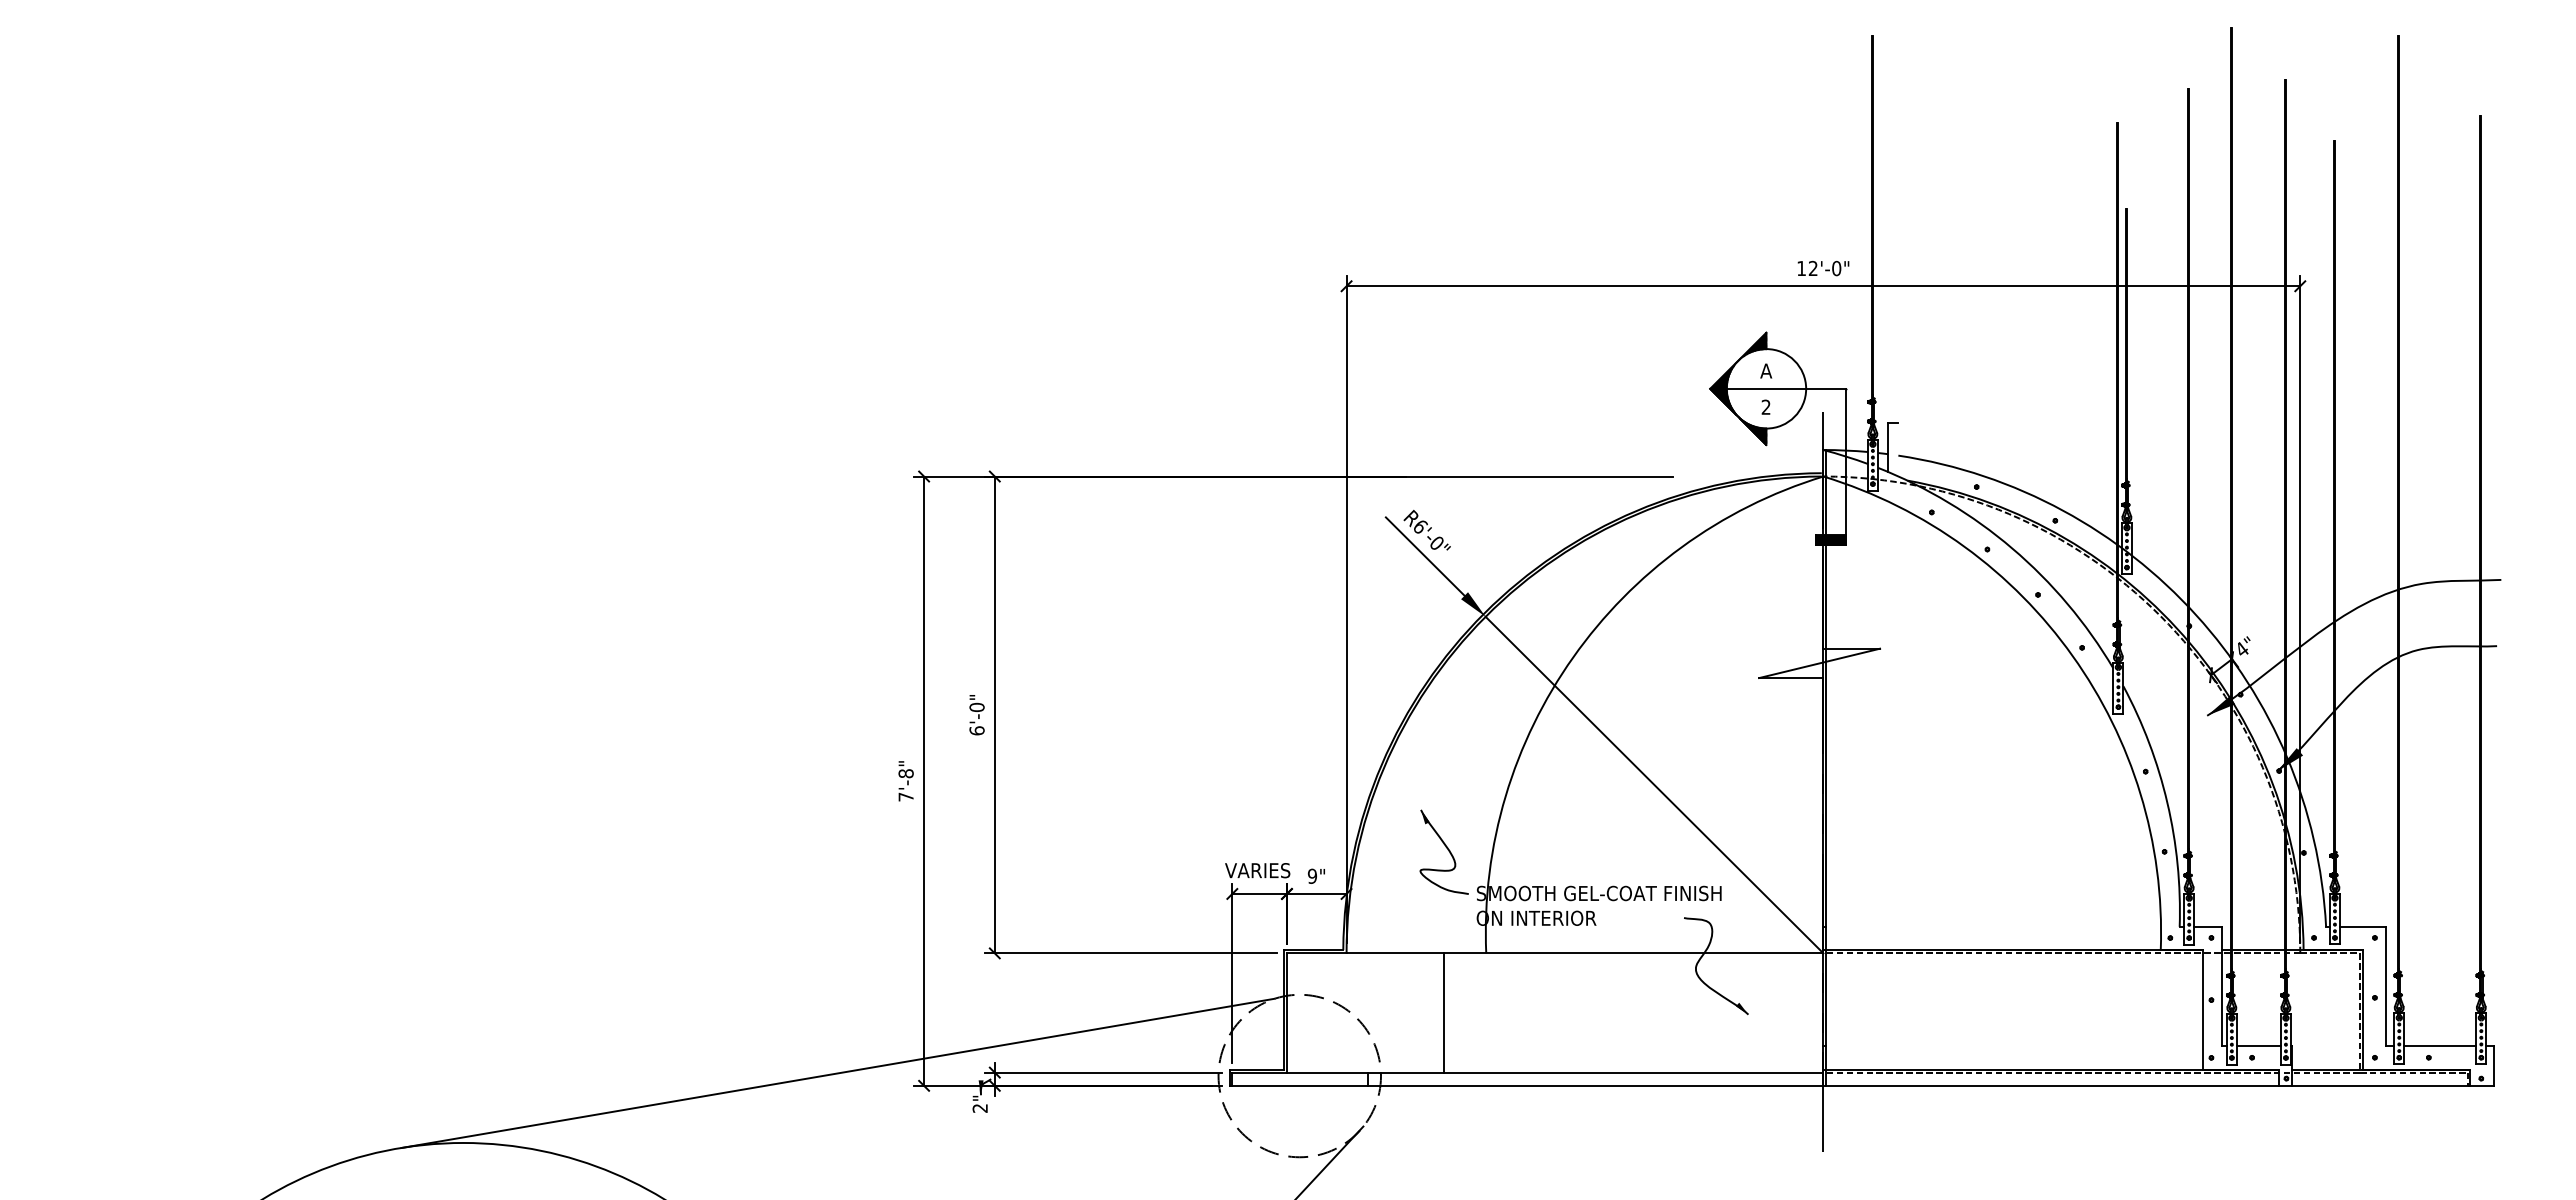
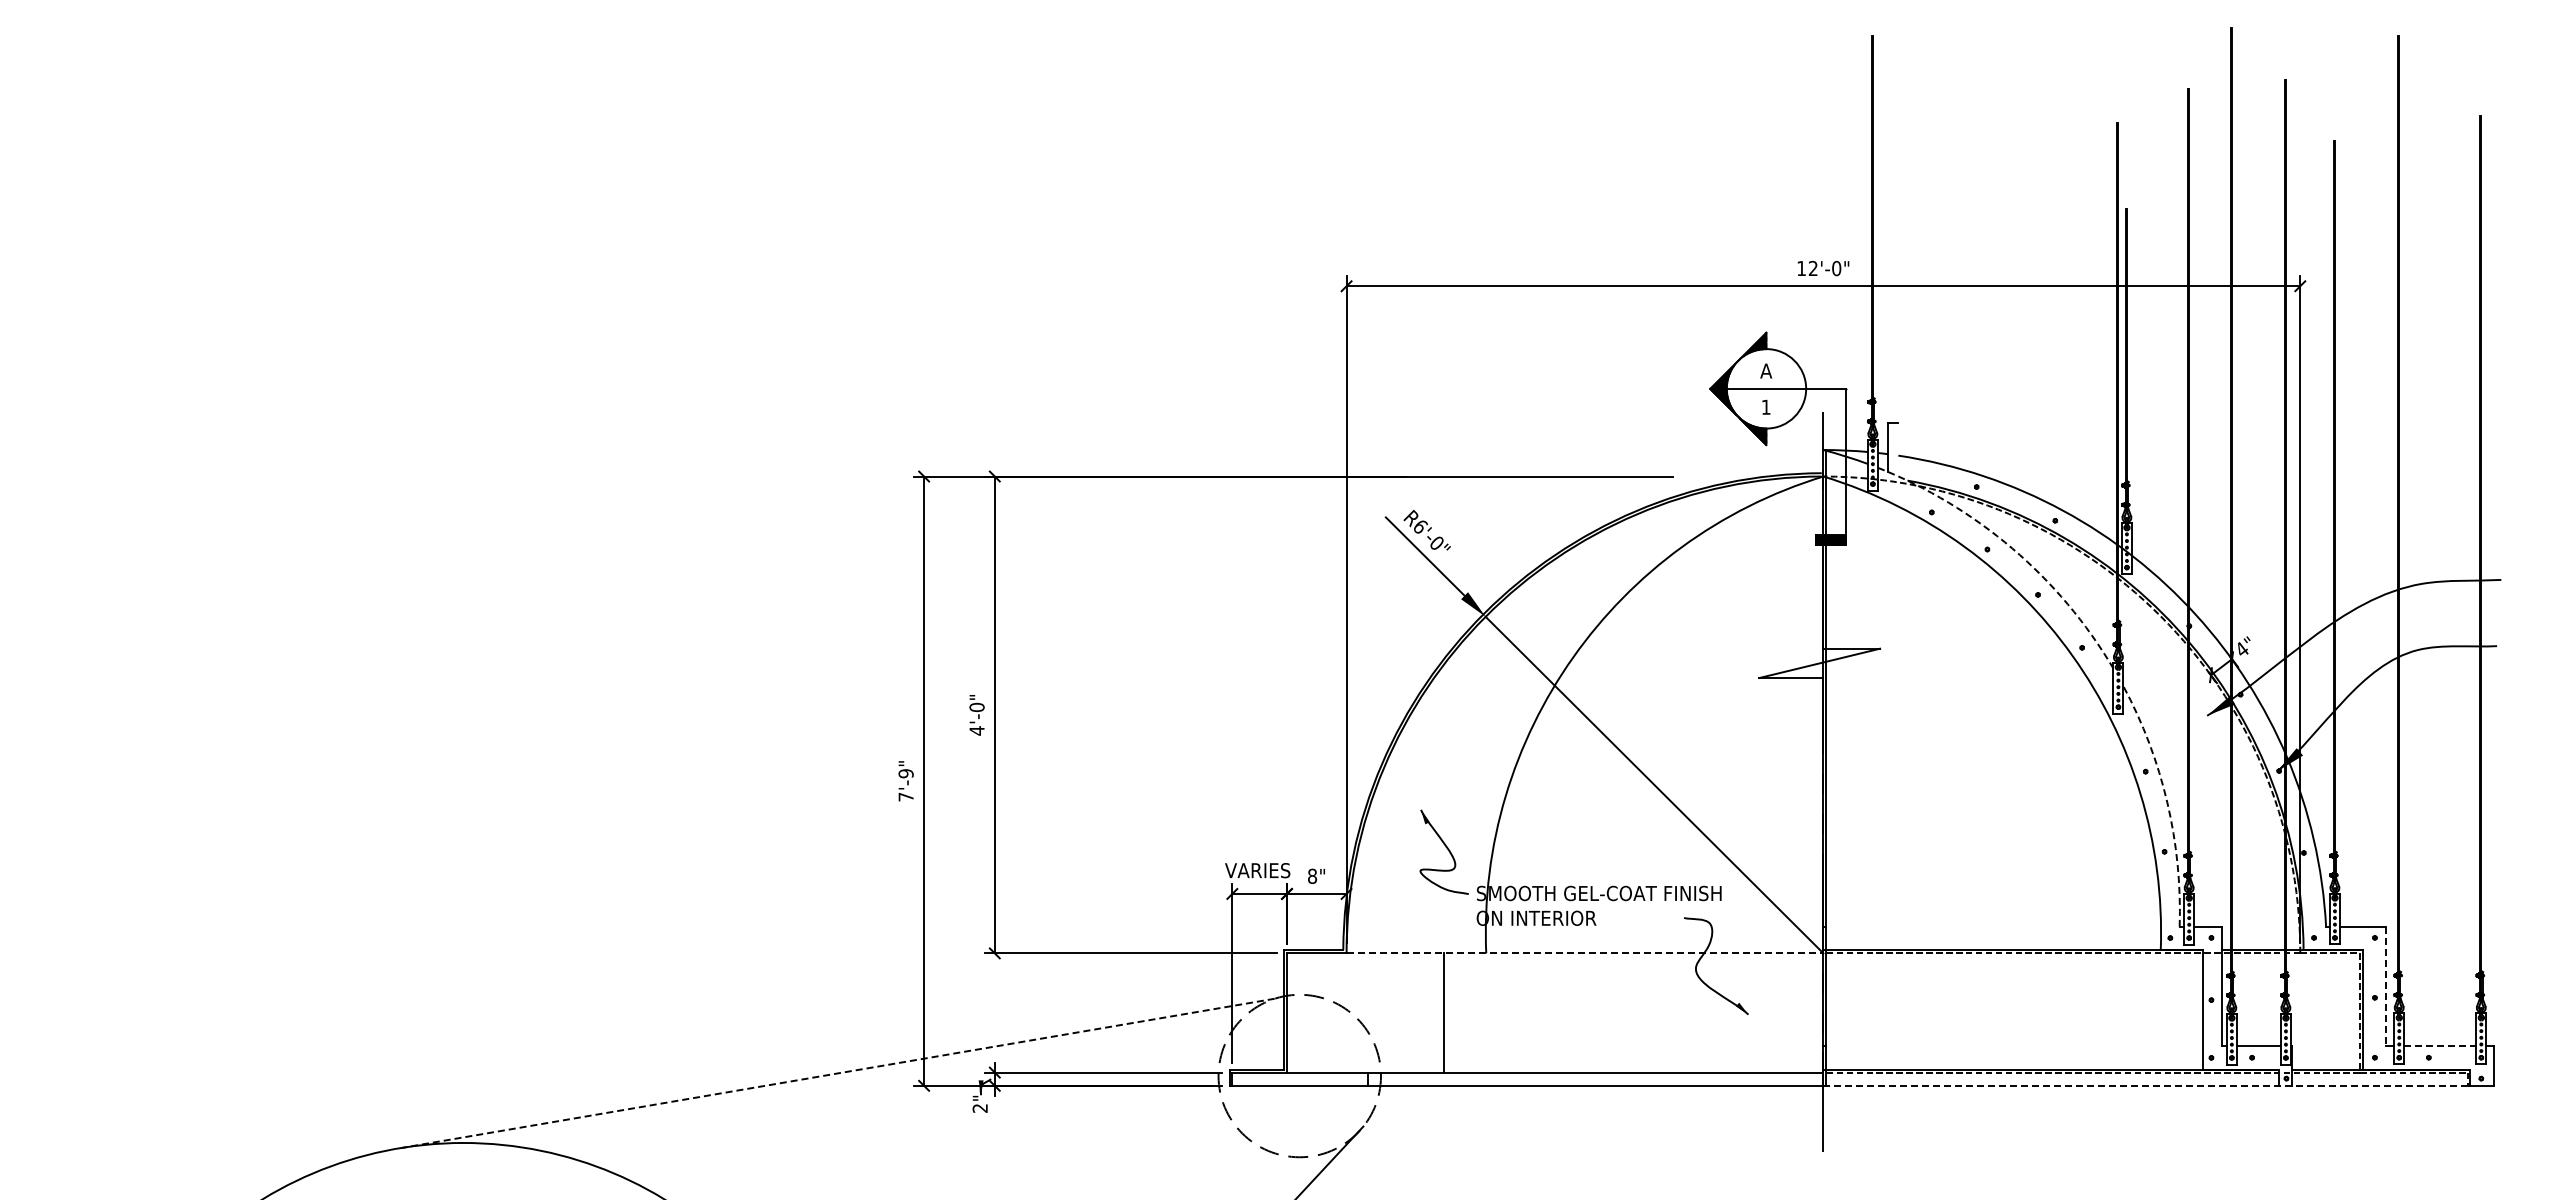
text at (1765, 406): 2 -> 1
arc at (2012, 548): solid -> dashed
text at (976, 730): 6'-0" -> 4'-0"
text at (905, 773): 7'-8" -> 7'-9"
arc at (2167, 802): solid -> dashed
text at (1312, 875): 9" -> 8"
line at (1585, 953): solid -> dashed
line at (2386, 986): solid -> dashed
line at (2440, 1046): solid -> dashed
line at (838, 1073): solid -> dashed
line at (2144, 1085): solid -> dashed
